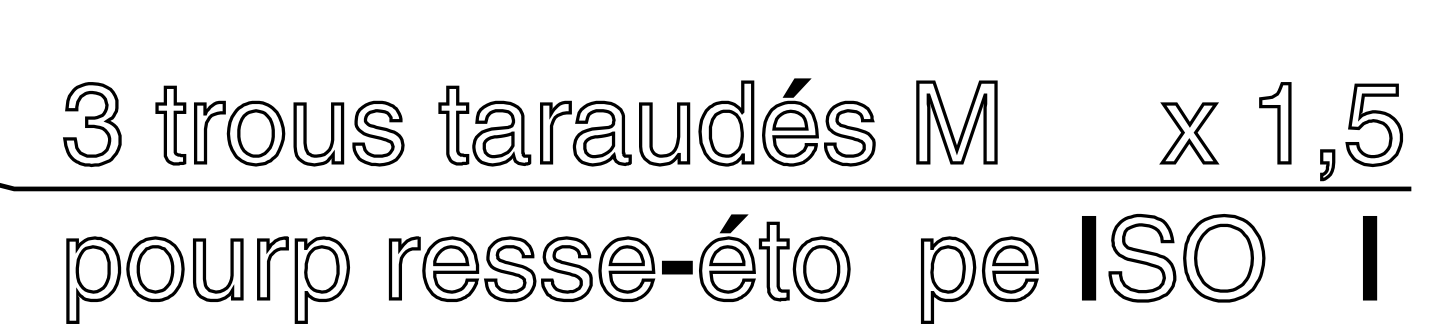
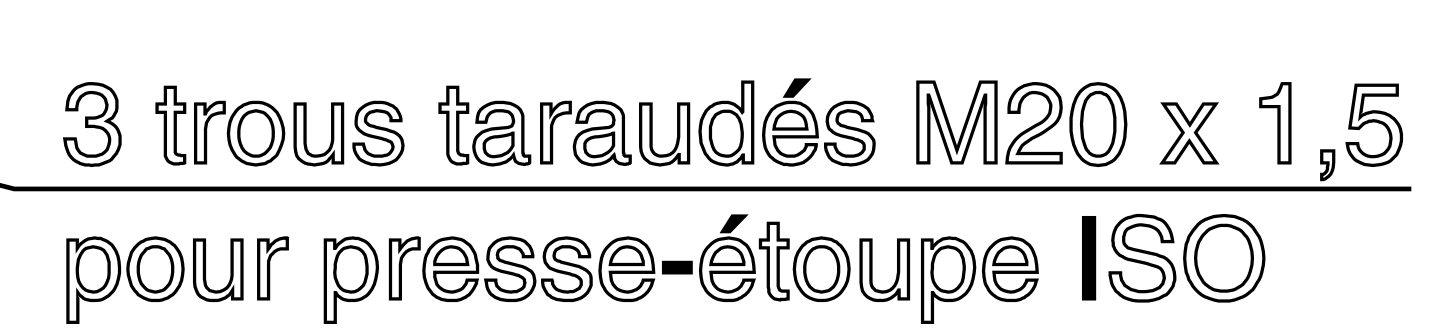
part at (1066, 124): none -> present
part at (1370, 258): present -> none
part at (872, 269): none -> present
part at (321, 279) position: (321, 279) -> (350, 279)
